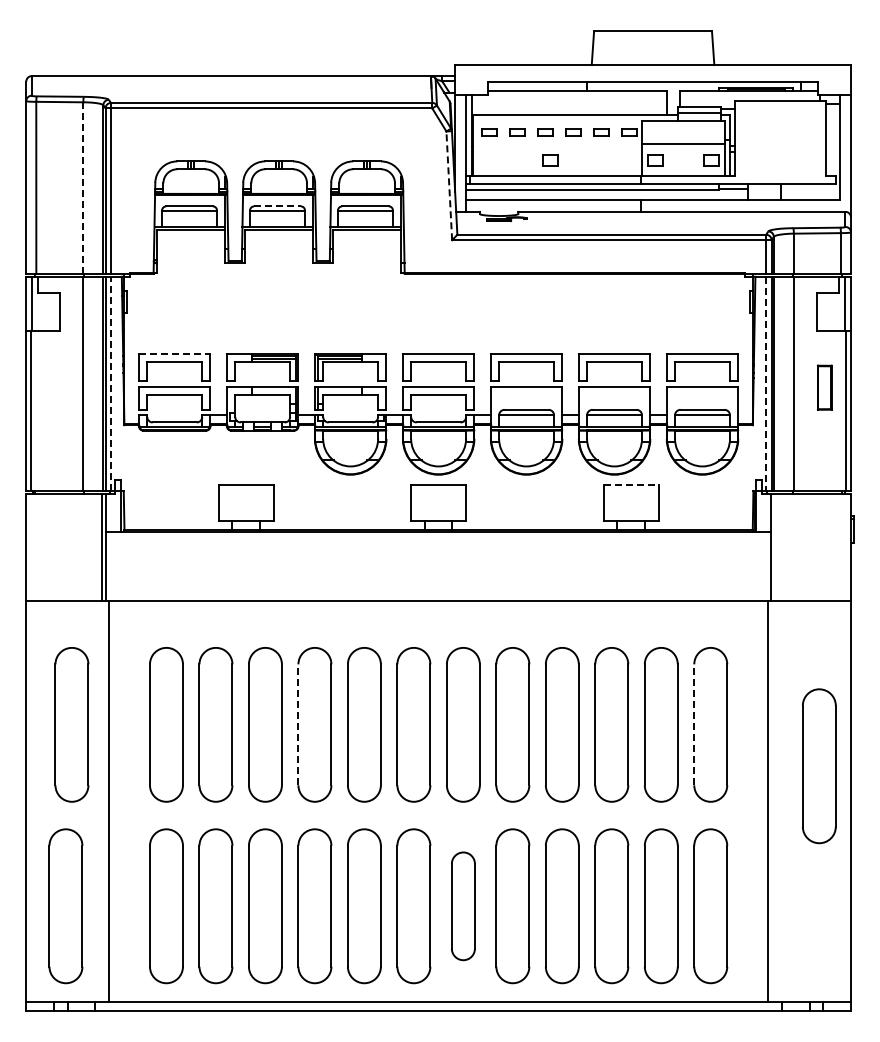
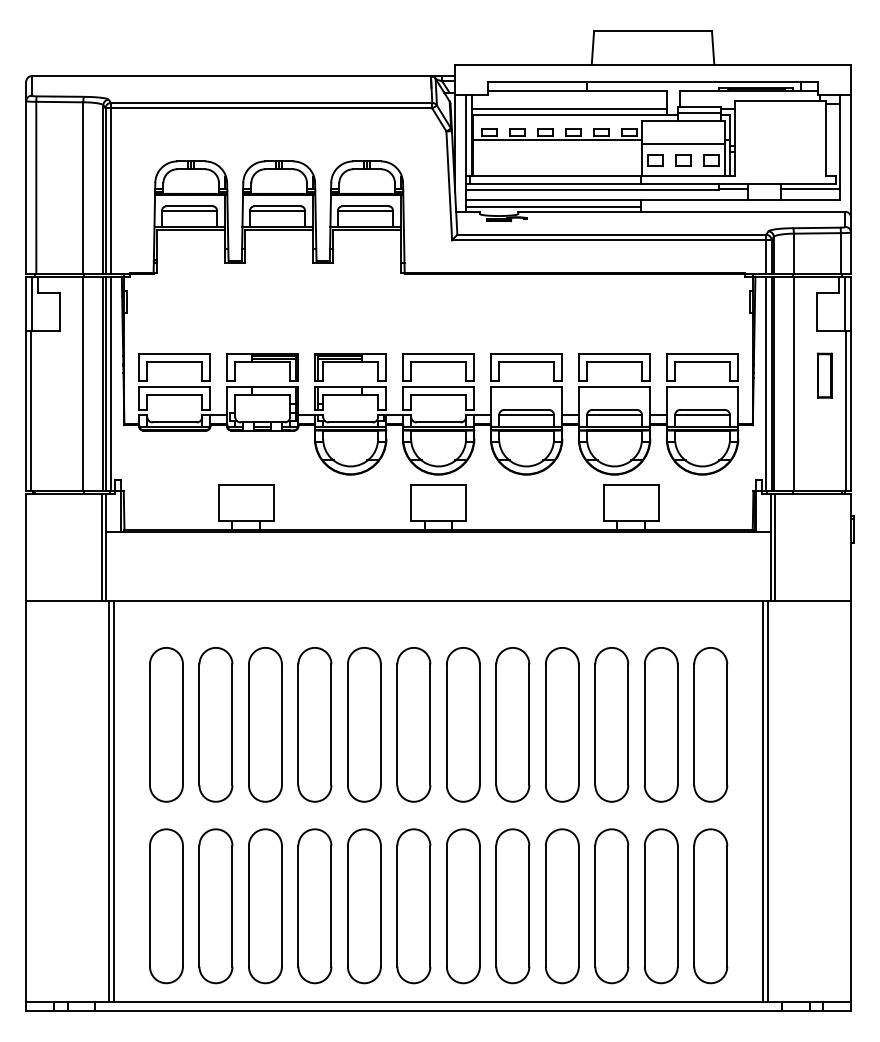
line at (569, 109): none -> present
line at (557, 139): none -> present
part at (550, 160) position: (550, 160) -> (683, 160)
line at (449, 185): dashed -> solid
line at (83, 188): dashed -> solid
line at (809, 188): none -> present
line at (278, 206): dashed -> solid
line at (553, 207): none -> present
line at (174, 353): dashed -> solid
line at (111, 383): dashed -> solid
line at (766, 384): dashed -> solid
part at (824, 387) position: (824, 387) -> (824, 375)
line at (631, 484): dashed -> solid
line at (775, 547): none -> present
part at (71, 724): present -> none
line at (298, 724): dashed -> solid
line at (694, 724): dashed -> solid
part at (819, 766): present -> none
line at (114, 801): none -> present
line at (763, 801): none -> present
part at (65, 906): present -> none
part at (463, 906) size: 25x111 px -> 35x157 px
